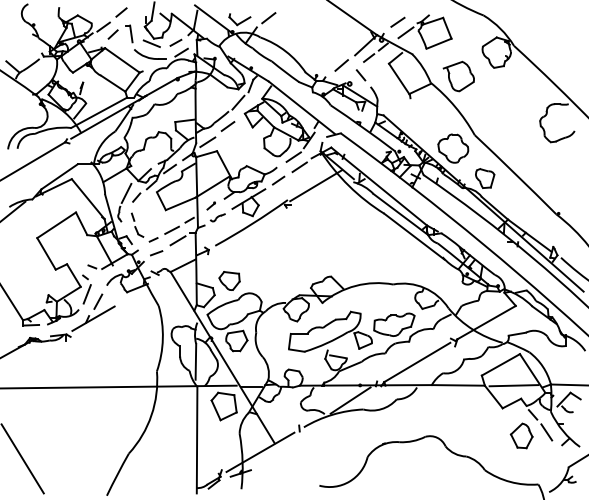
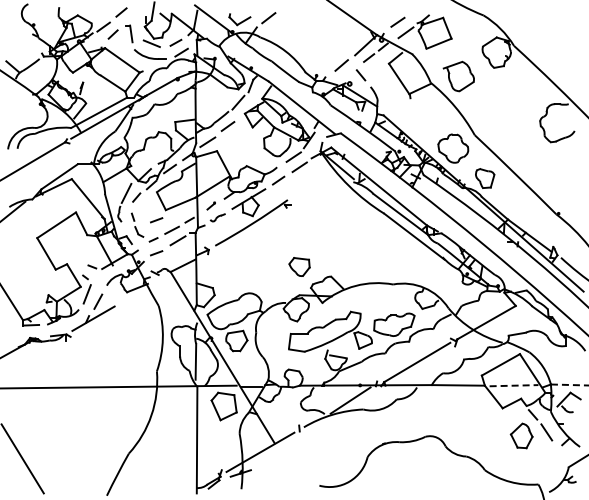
line at (316, 185): present -> none
line at (156, 220): none -> present
part at (229, 280) position: (229, 280) -> (299, 266)
line at (514, 385): solid -> dashed
line at (569, 385): solid -> dashed
